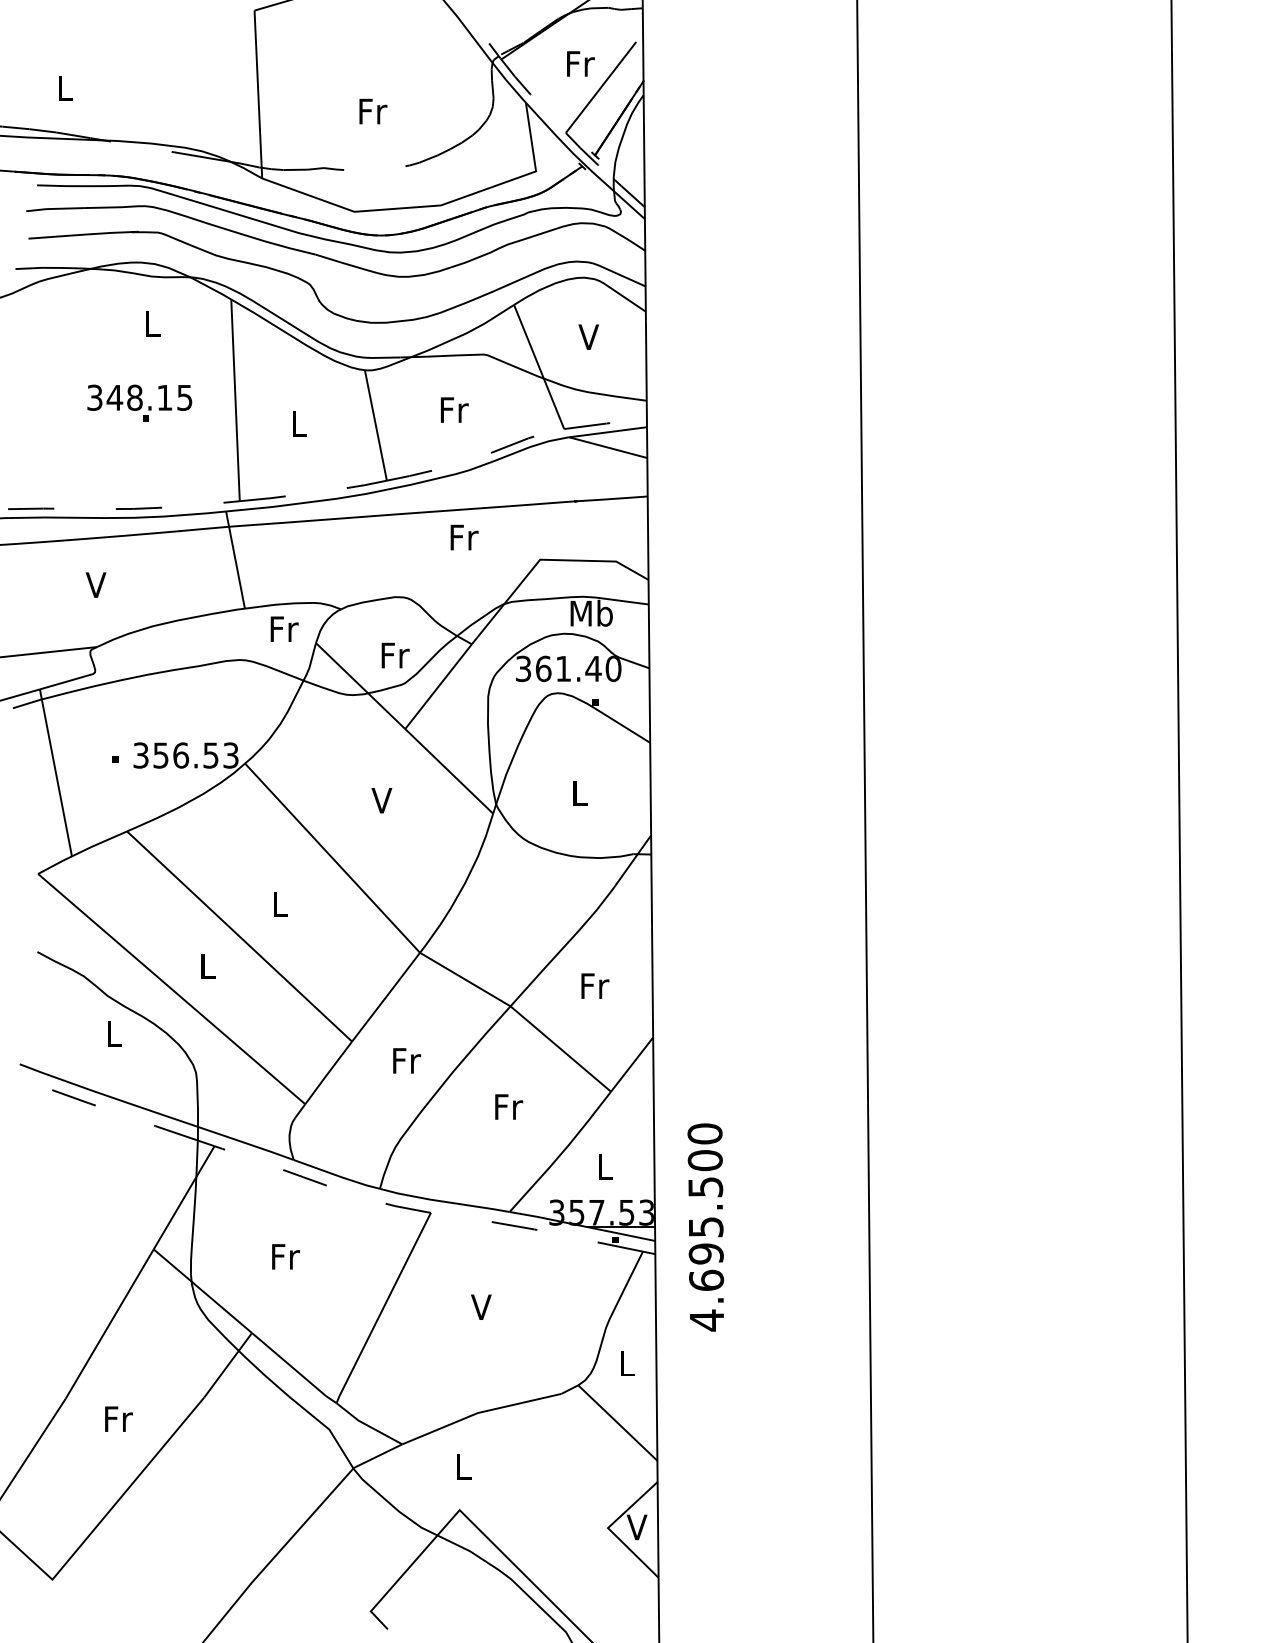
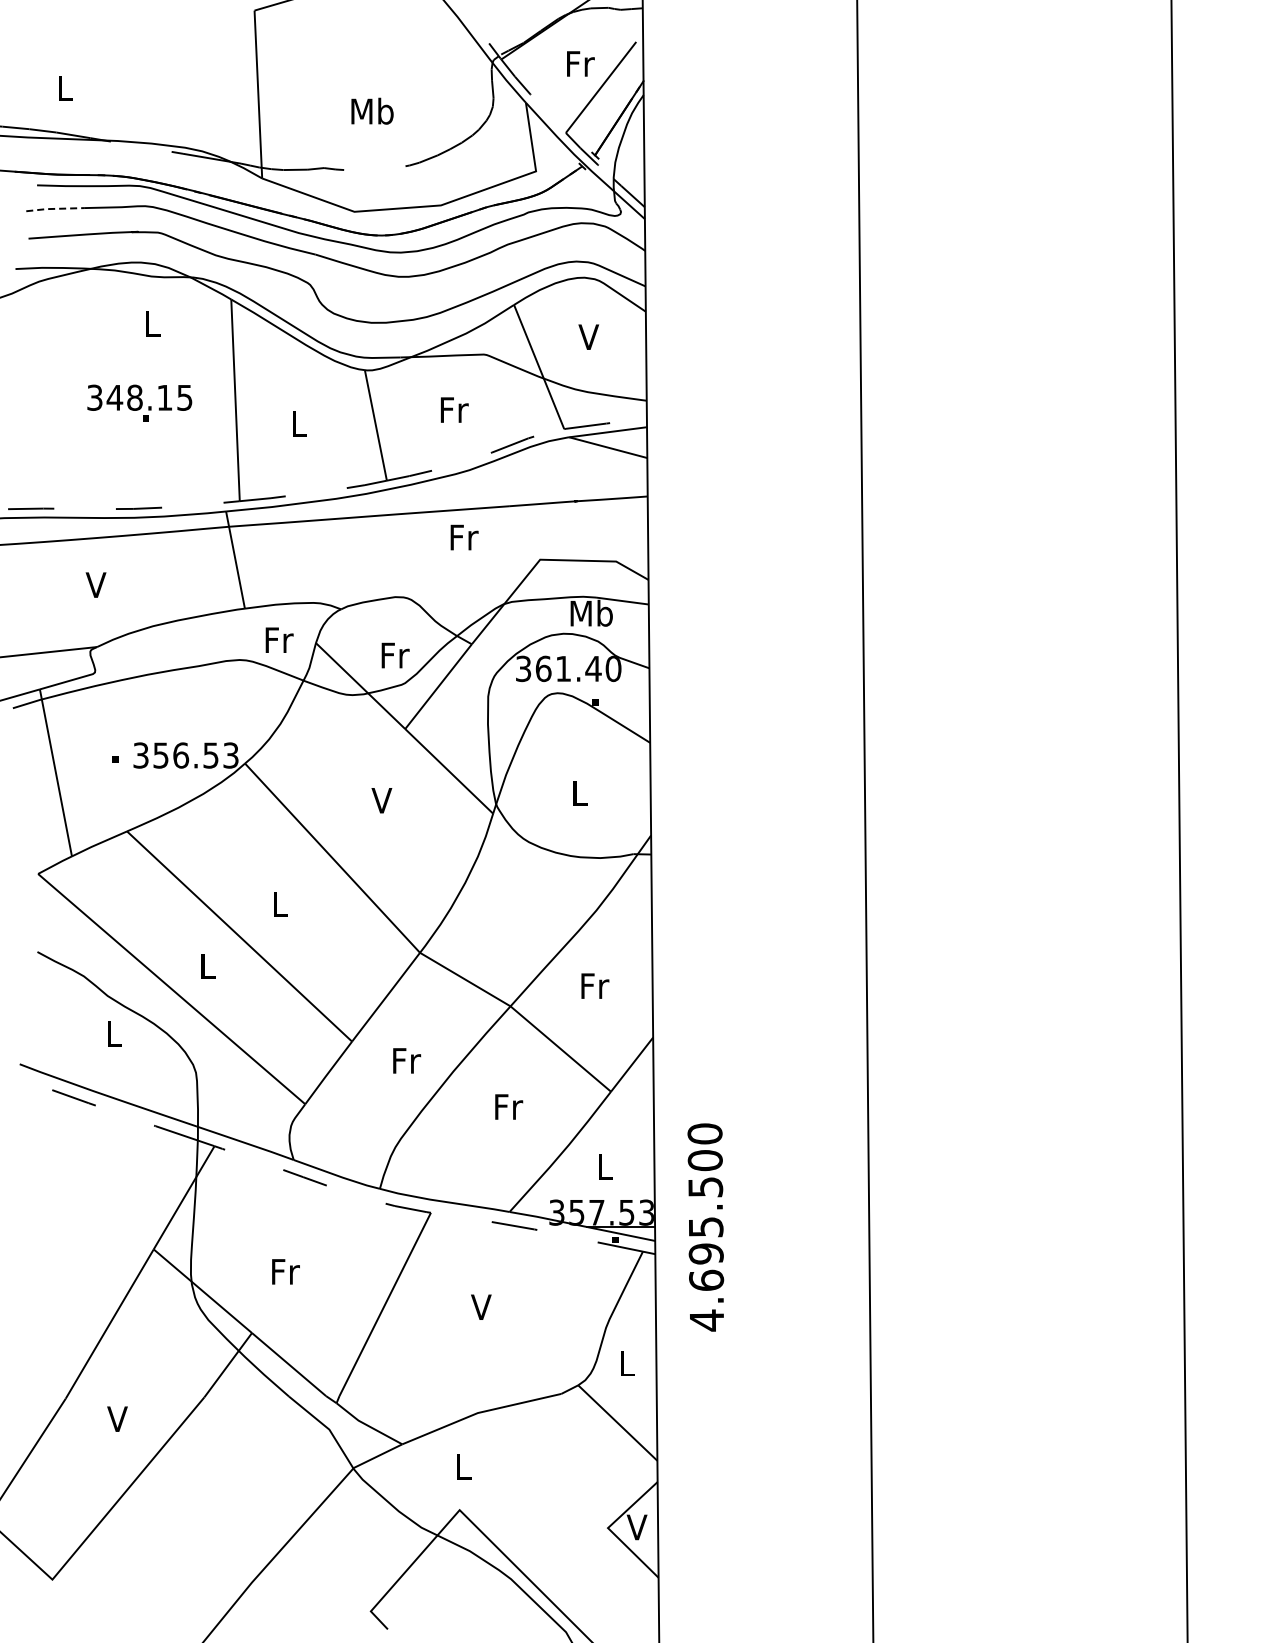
text at (372, 110): Fr -> Mb
line at (54, 208): solid -> dashed
text at (284, 628) position: (284, 628) -> (279, 639)
text at (285, 1256) position: (285, 1256) -> (285, 1271)
text at (118, 1418): Fr -> V
